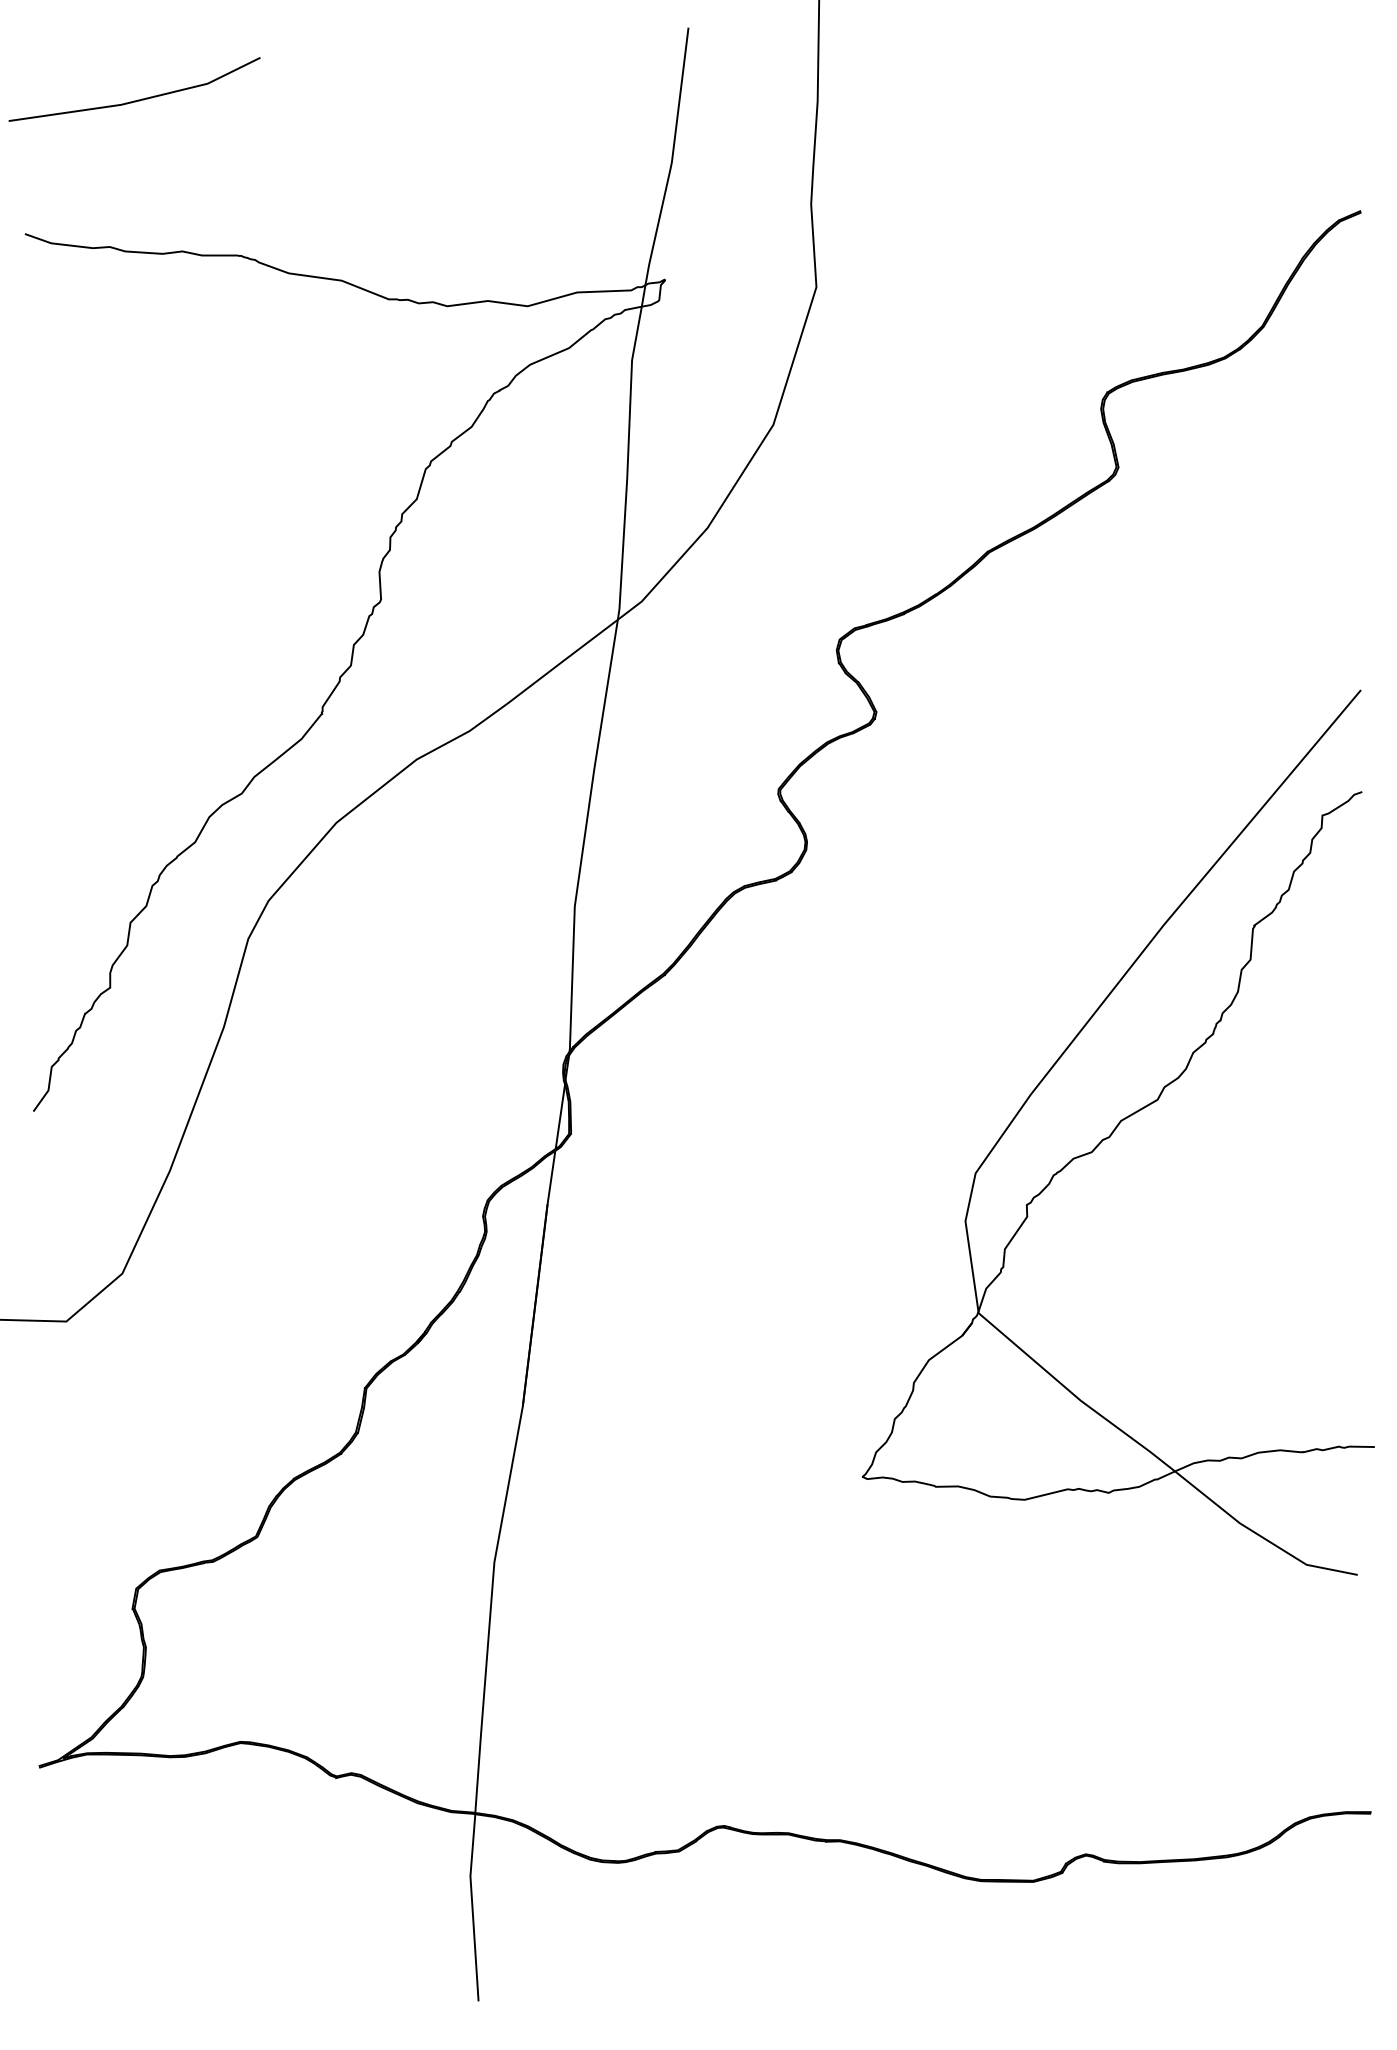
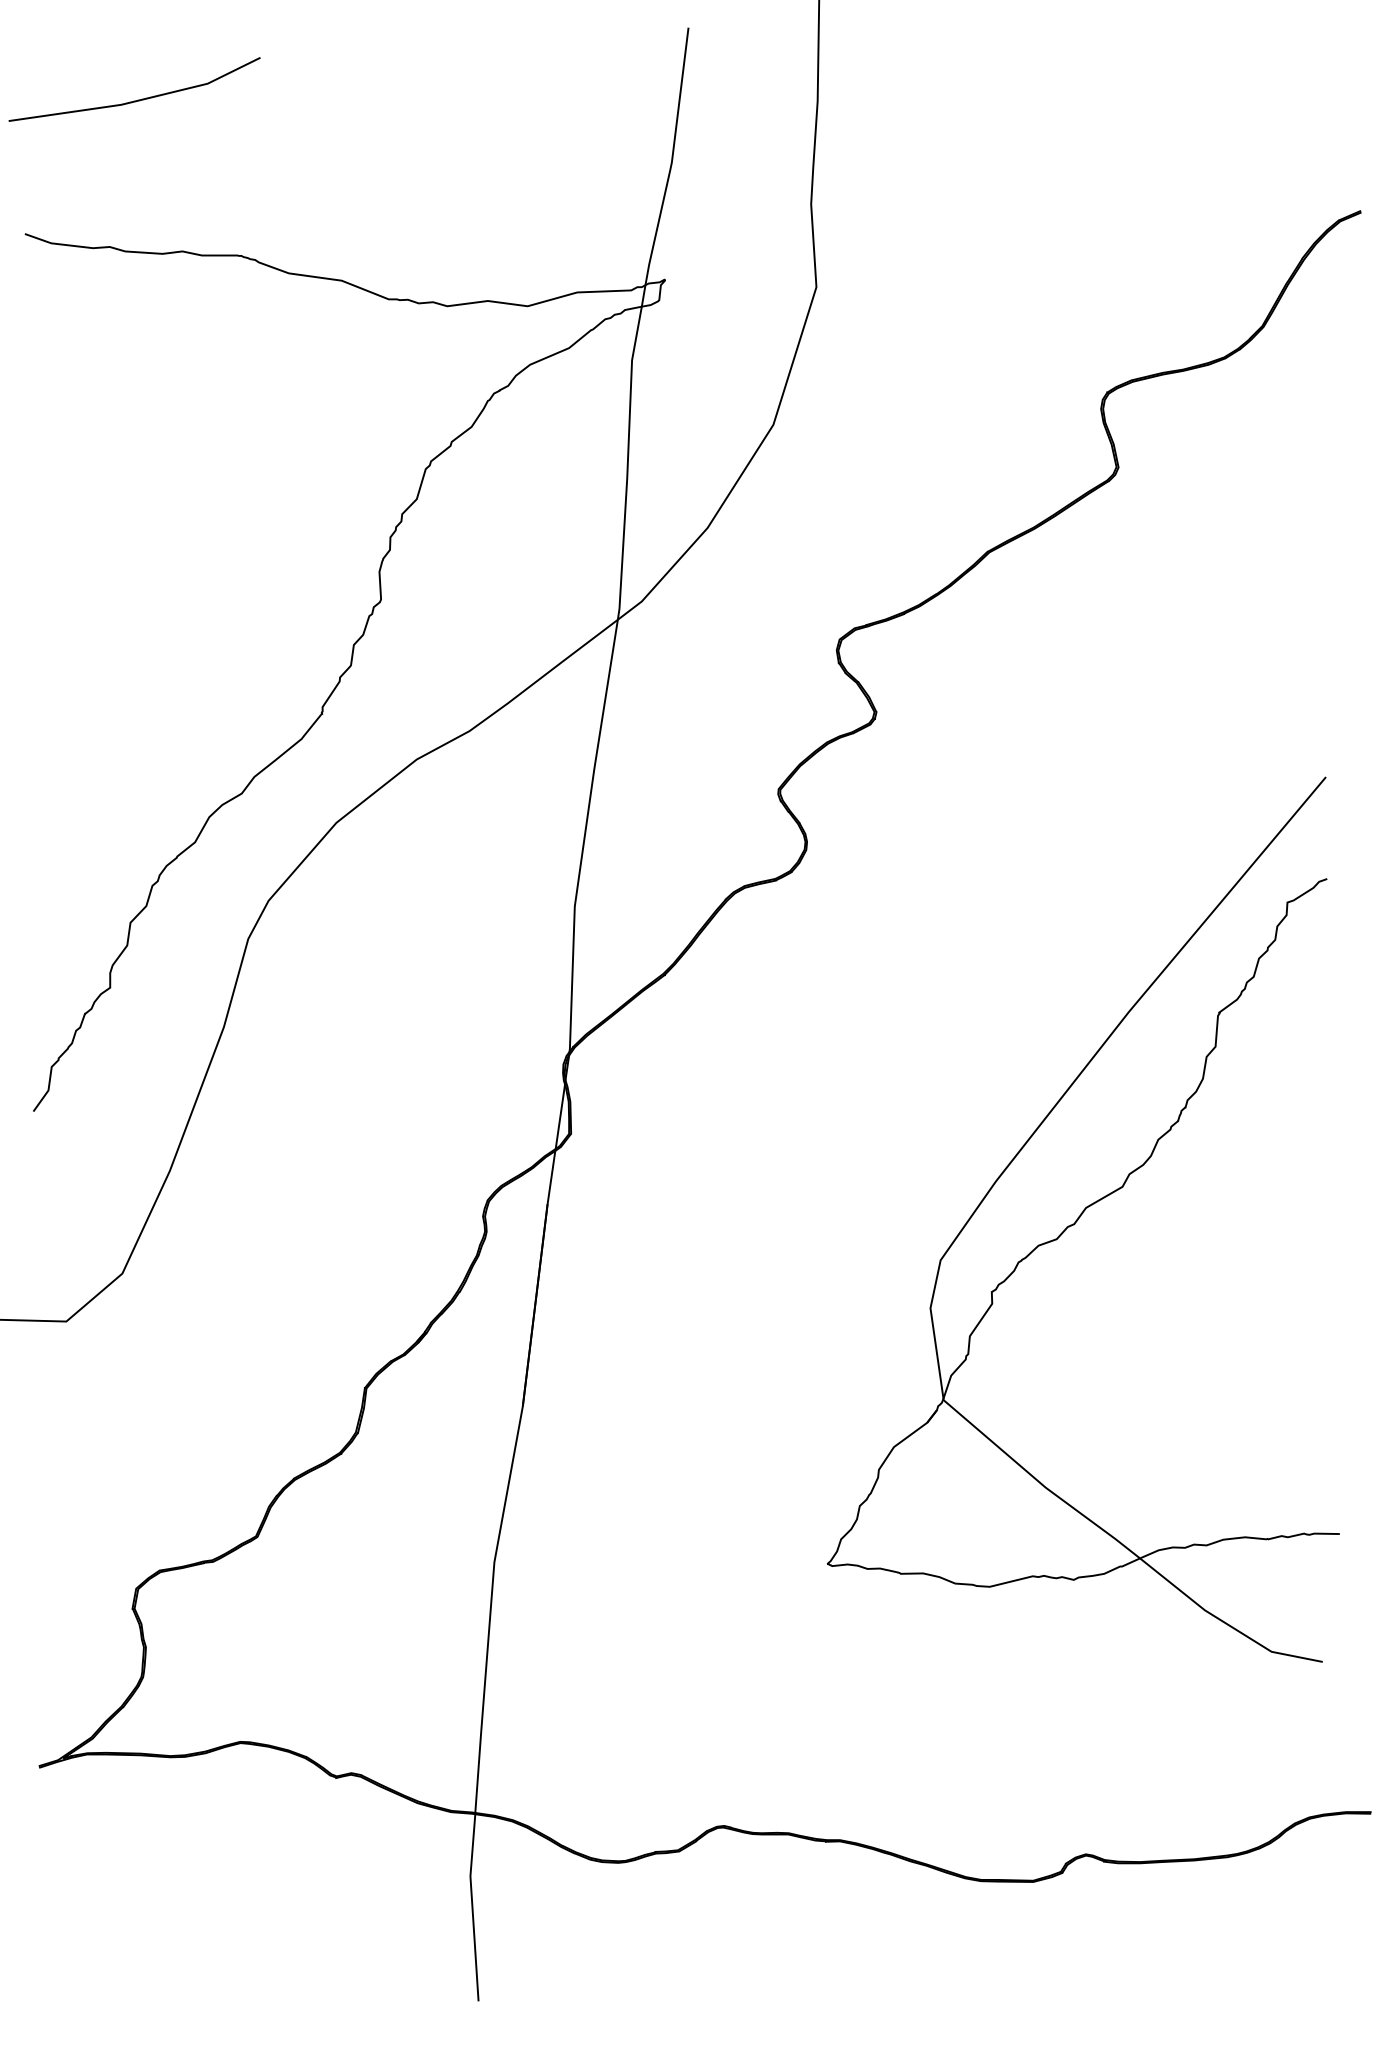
part at (1117, 1132) position: (1117, 1132) -> (1082, 1219)
